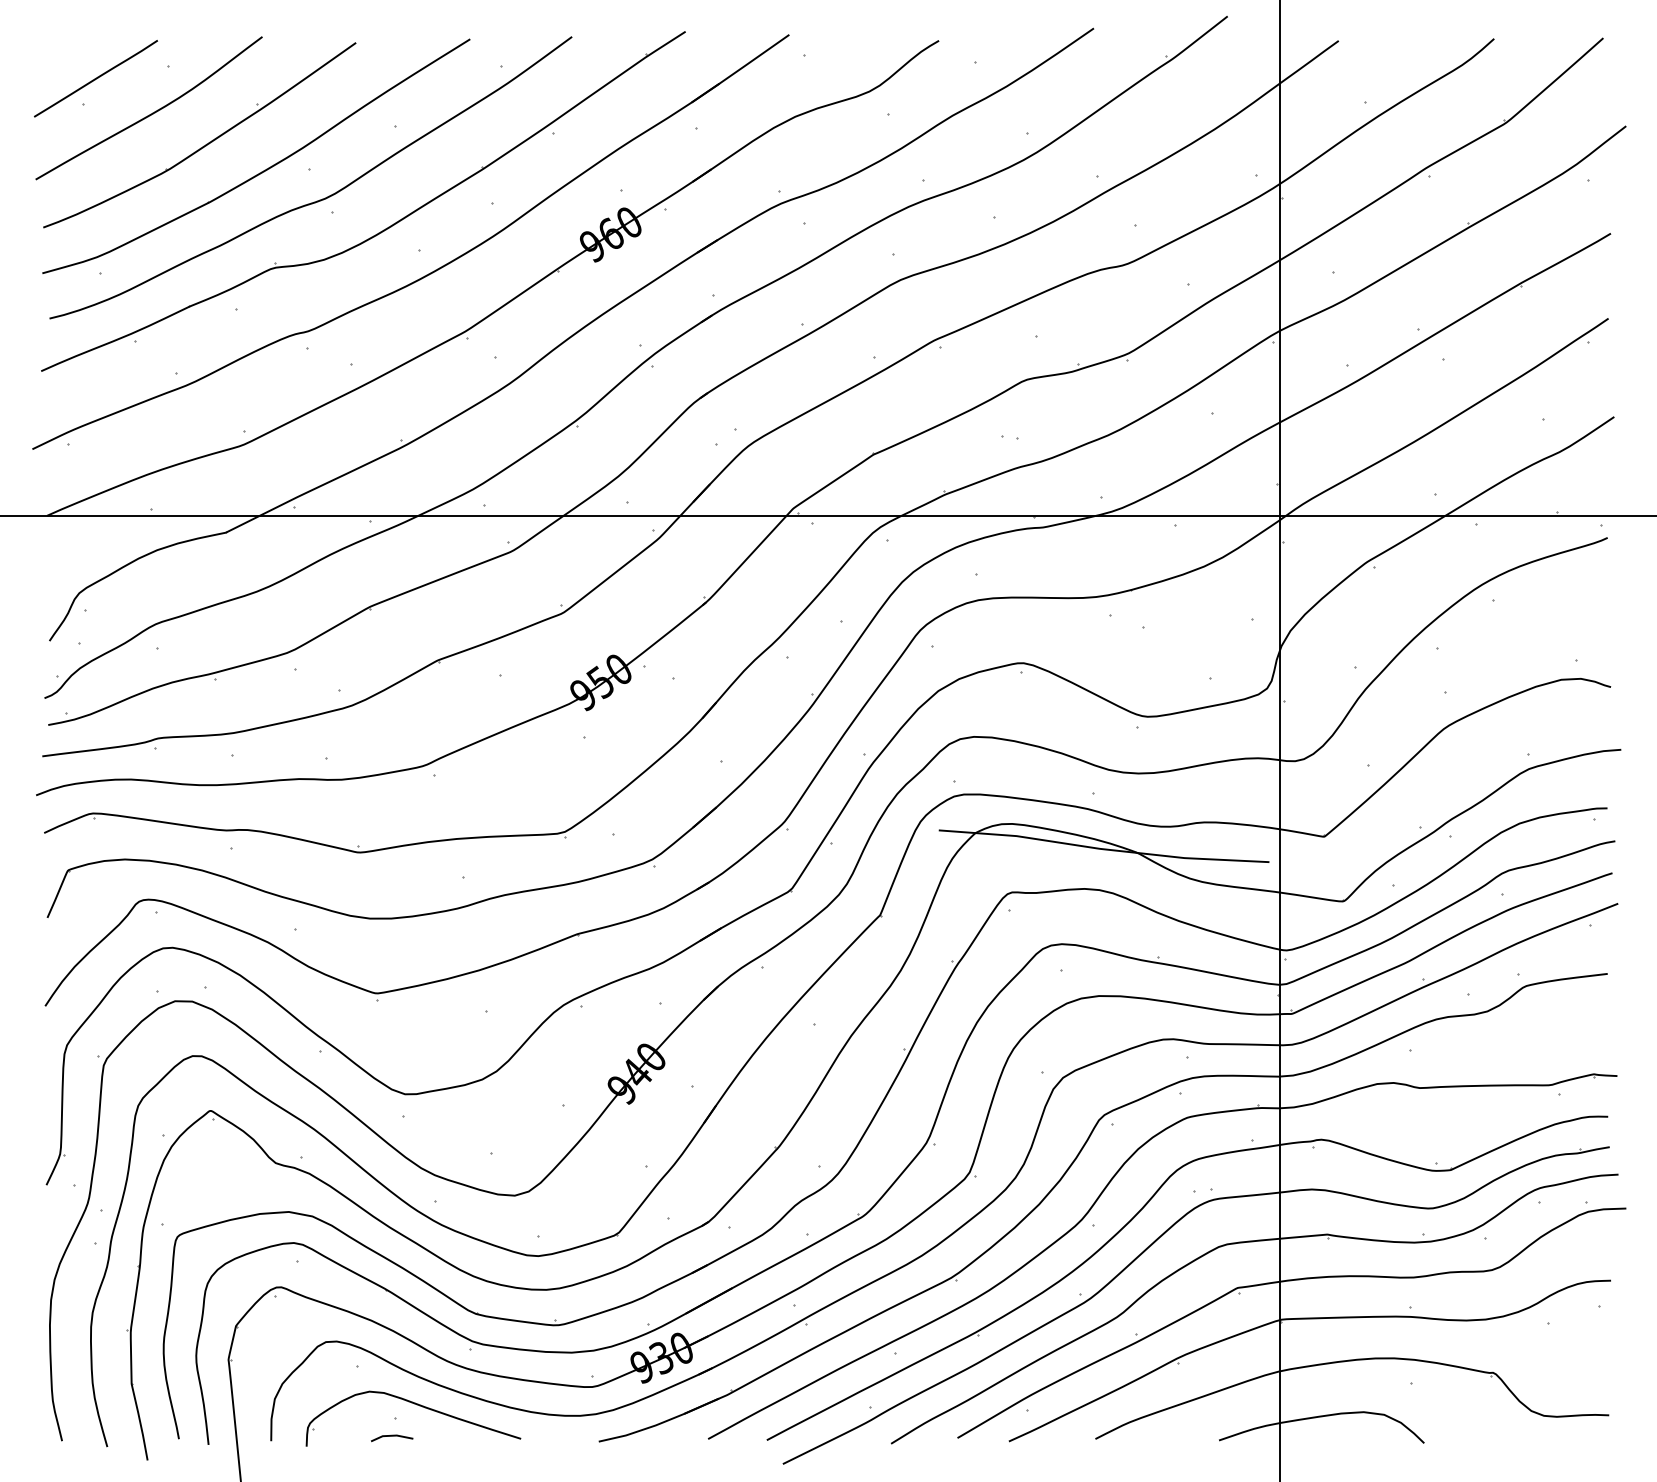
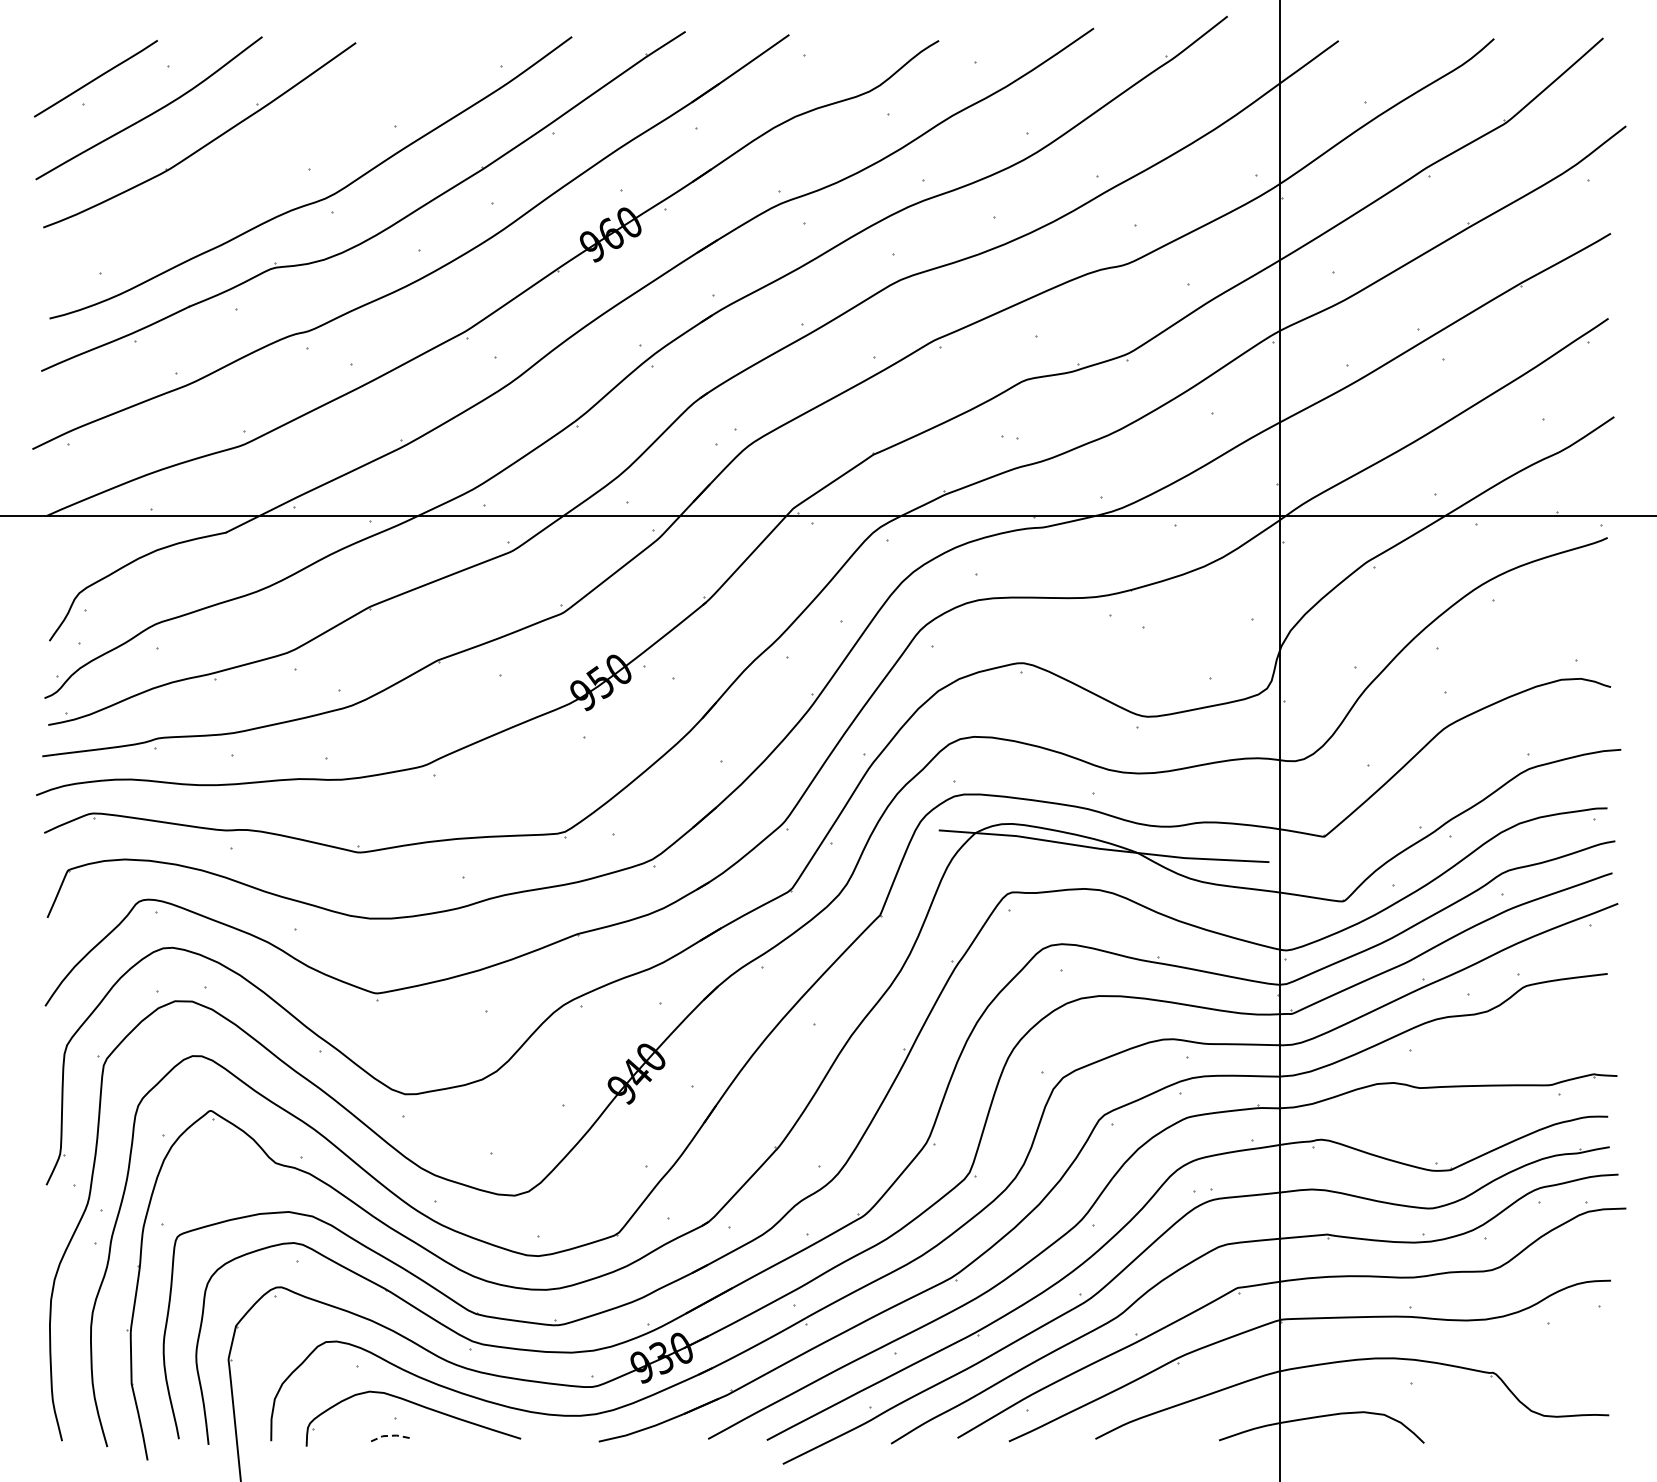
part at (266, 168): present -> none
line at (392, 1435): solid -> dashed
